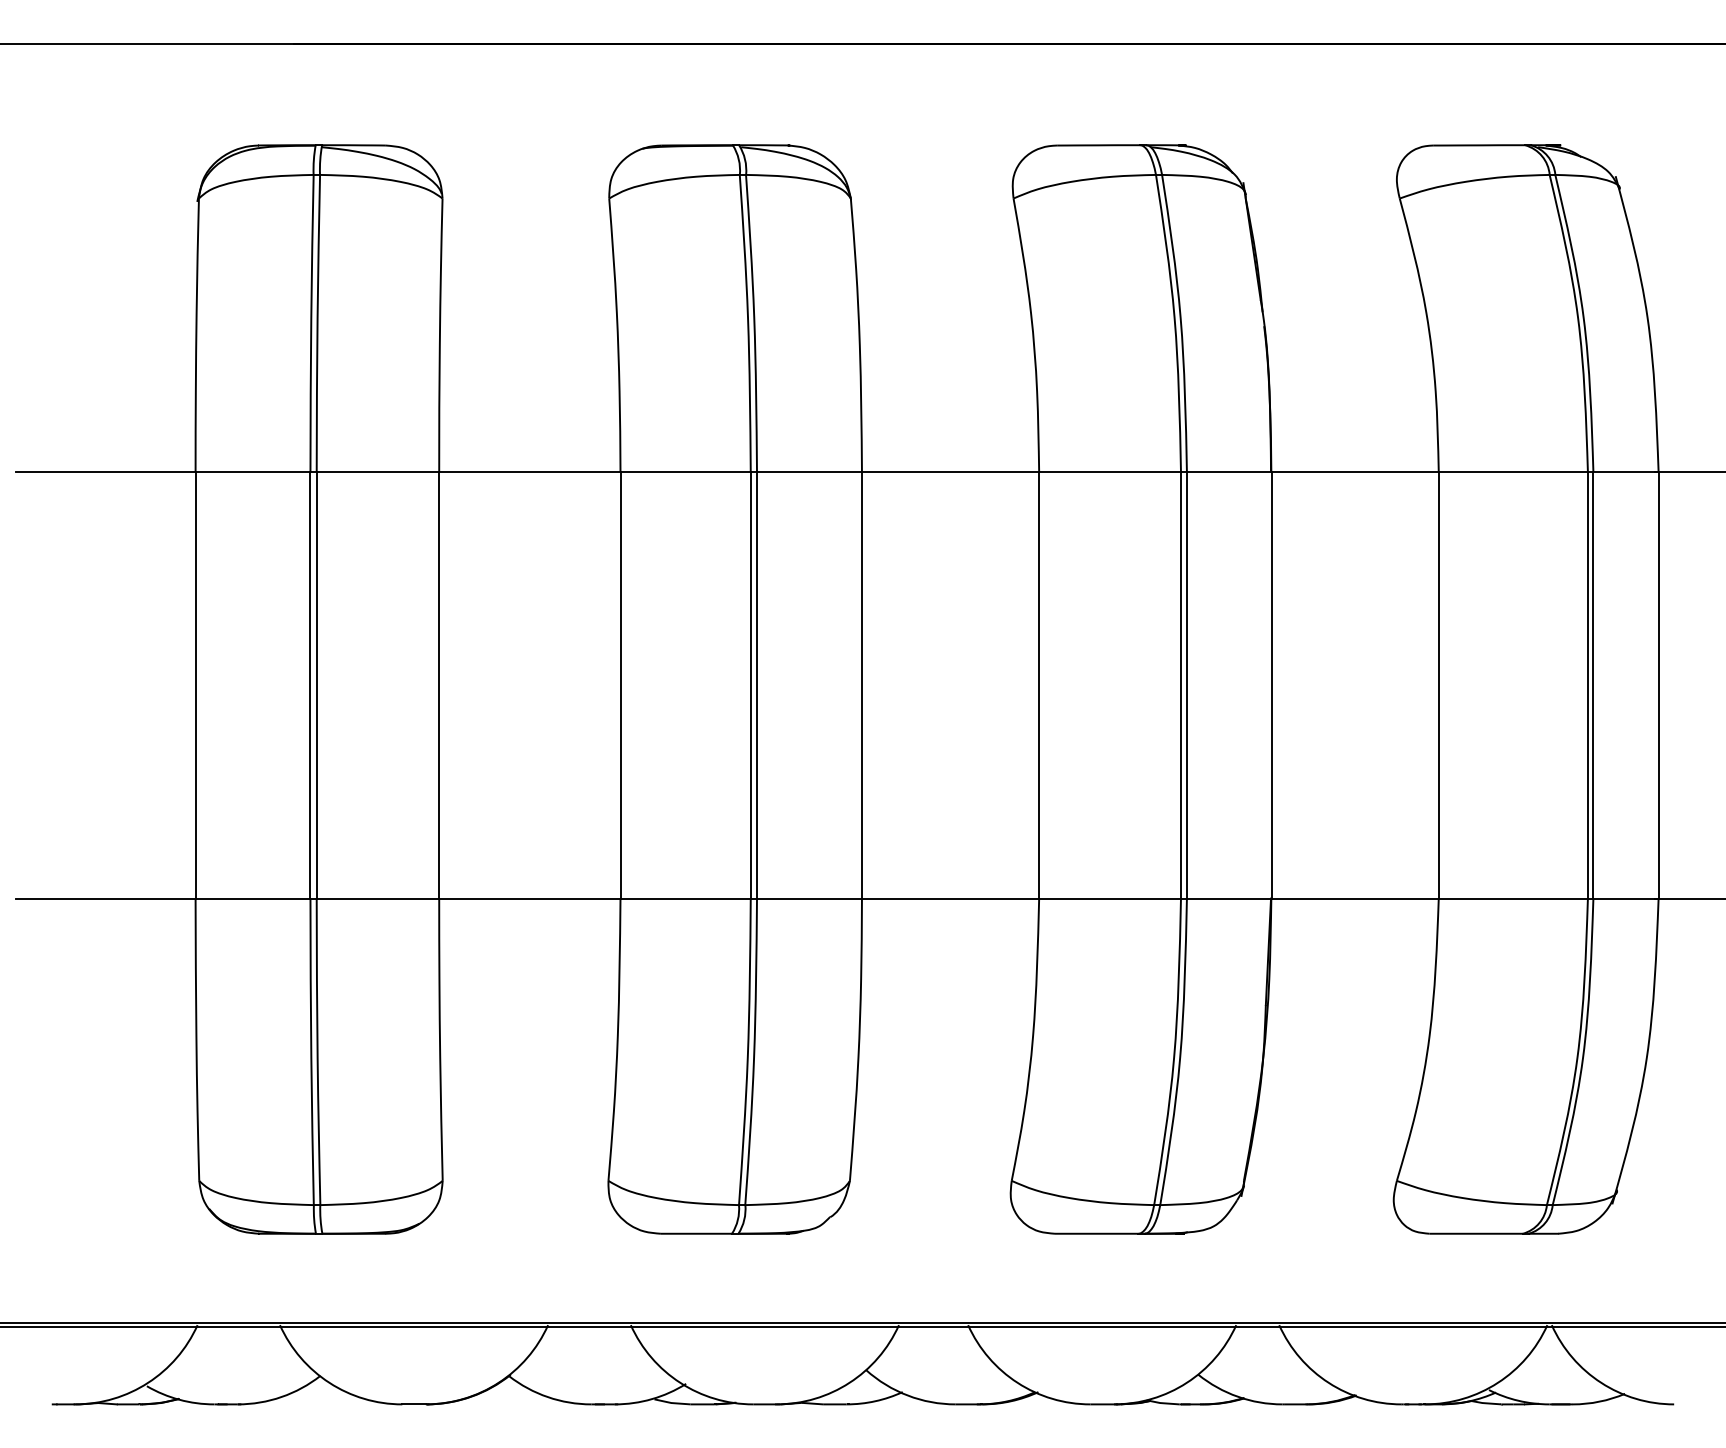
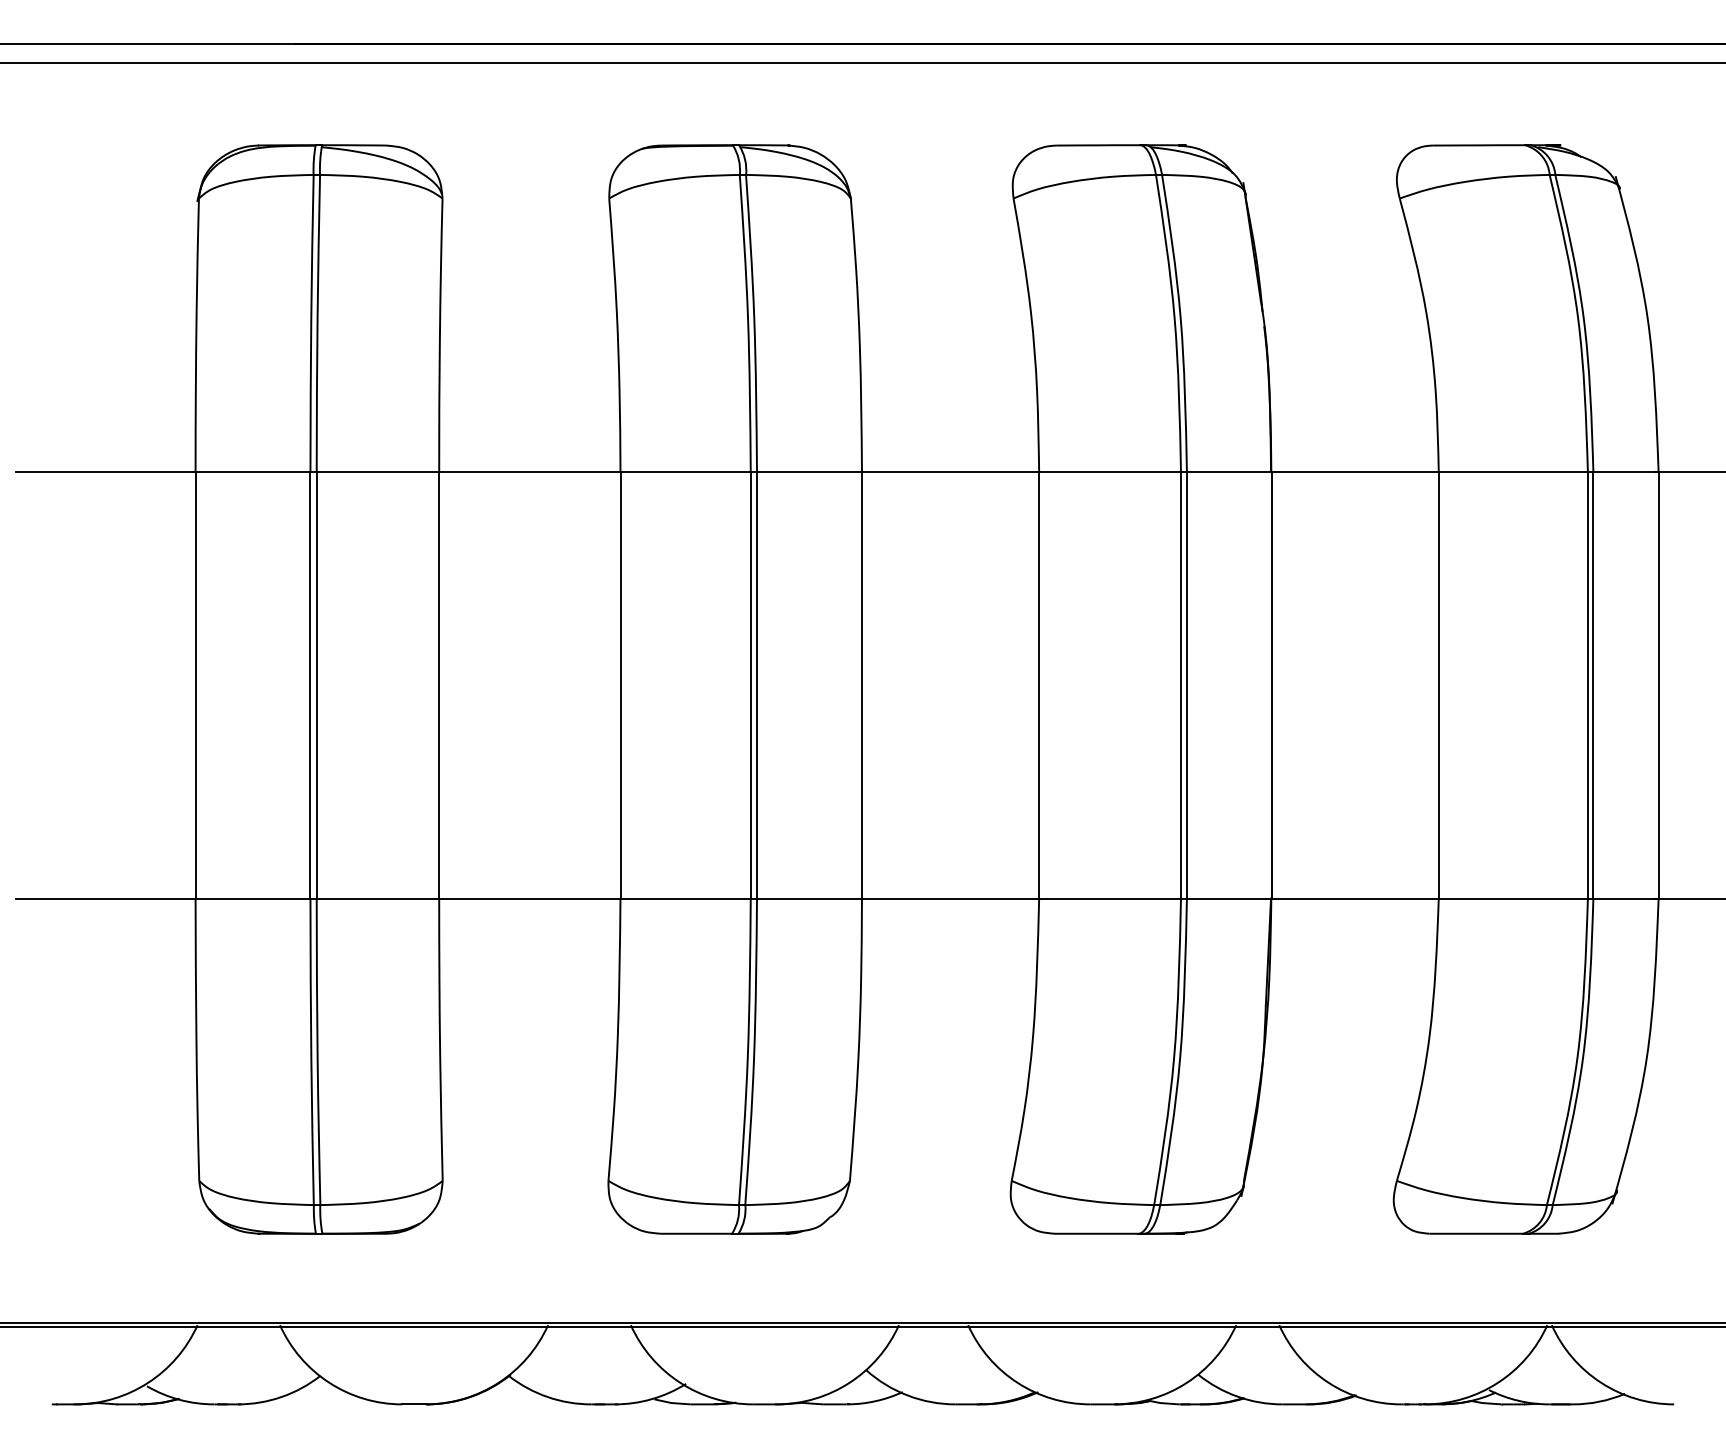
line at (862, 63): none -> present
